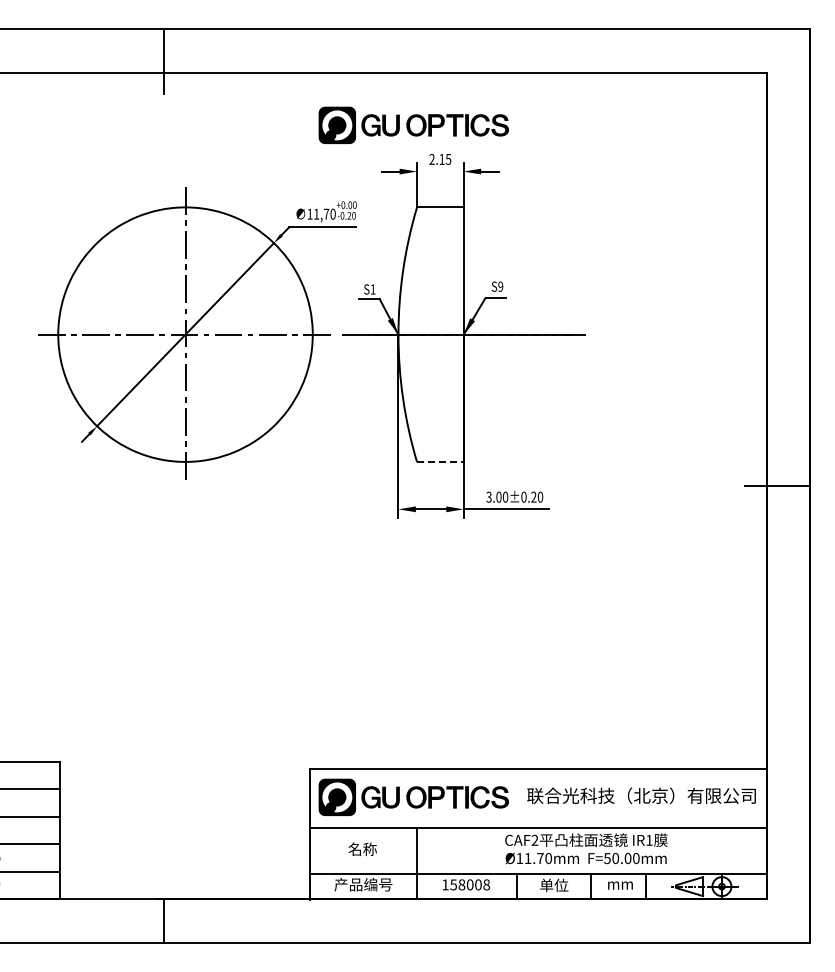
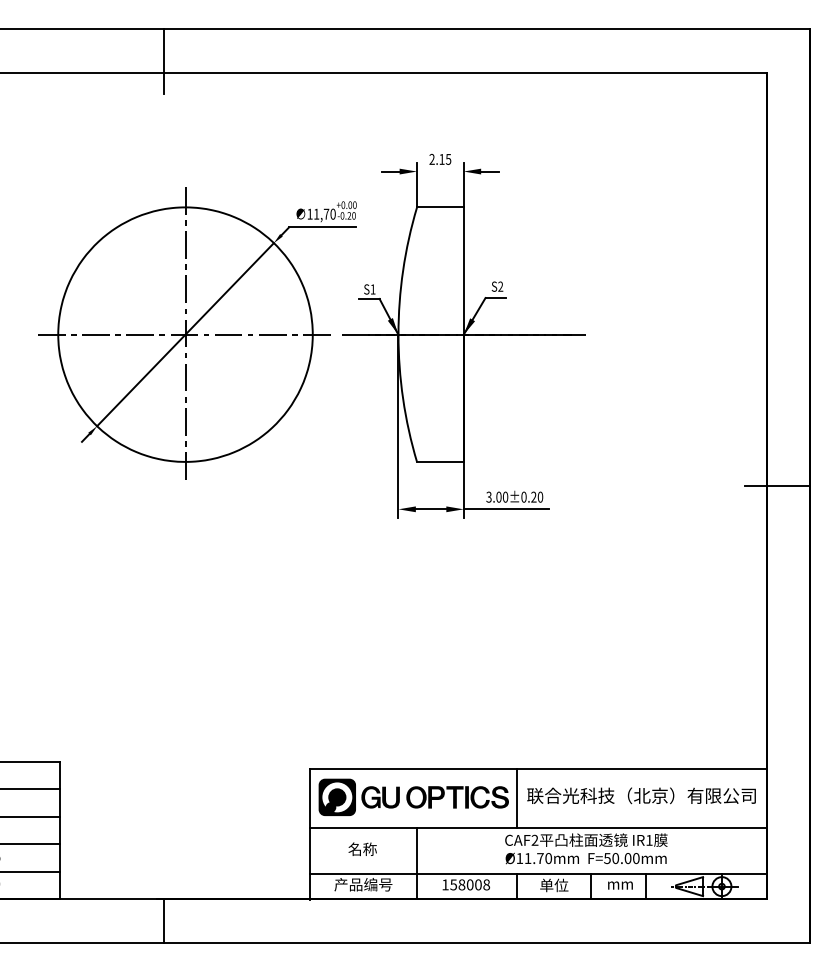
part at (413, 124): present -> none
text at (500, 286): S9 -> S2
line at (440, 462): dashed -> solid
line at (516, 797): none -> present
